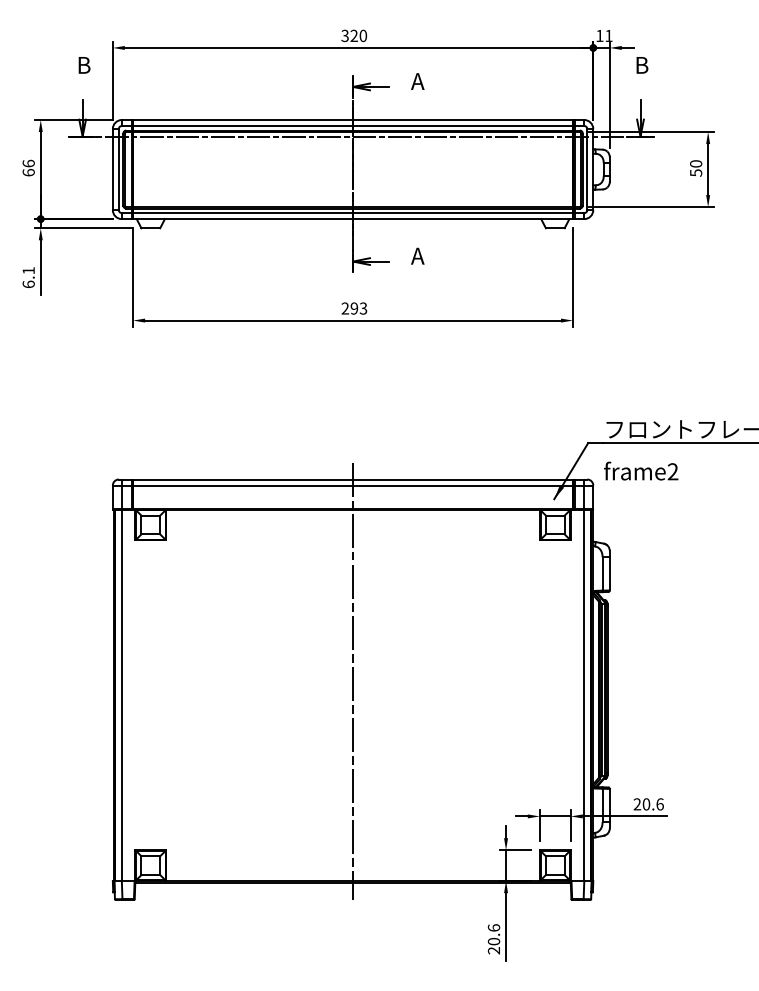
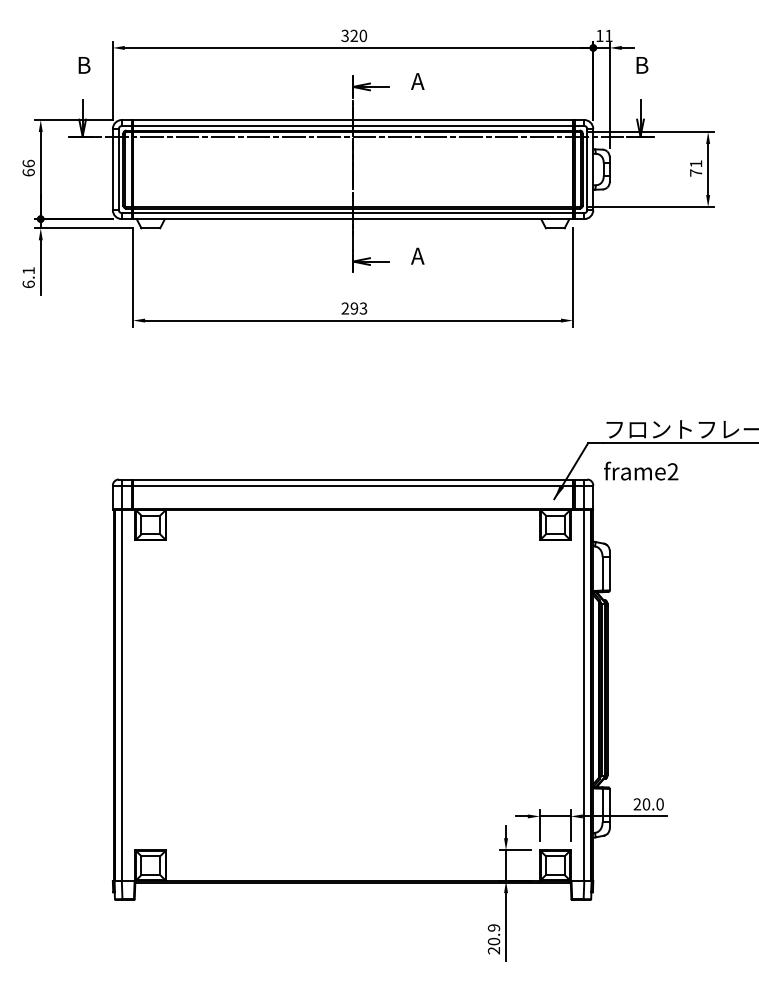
text at (696, 168): 50 -> 71
line at (353, 681): present -> none
text at (659, 804): 20.6 -> 20.0
text at (493, 927): 20.6 -> 20.9
